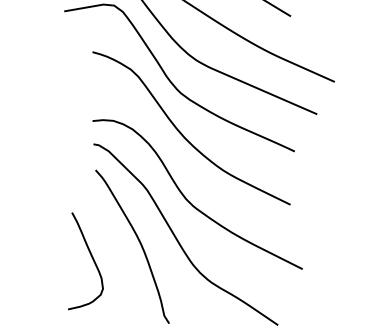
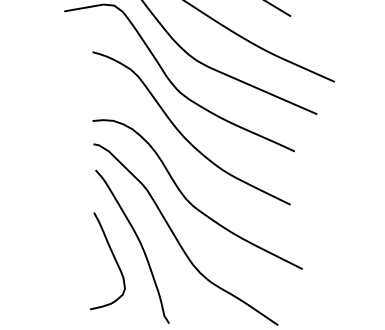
curve at (92, 260) position: (92, 260) -> (114, 260)
